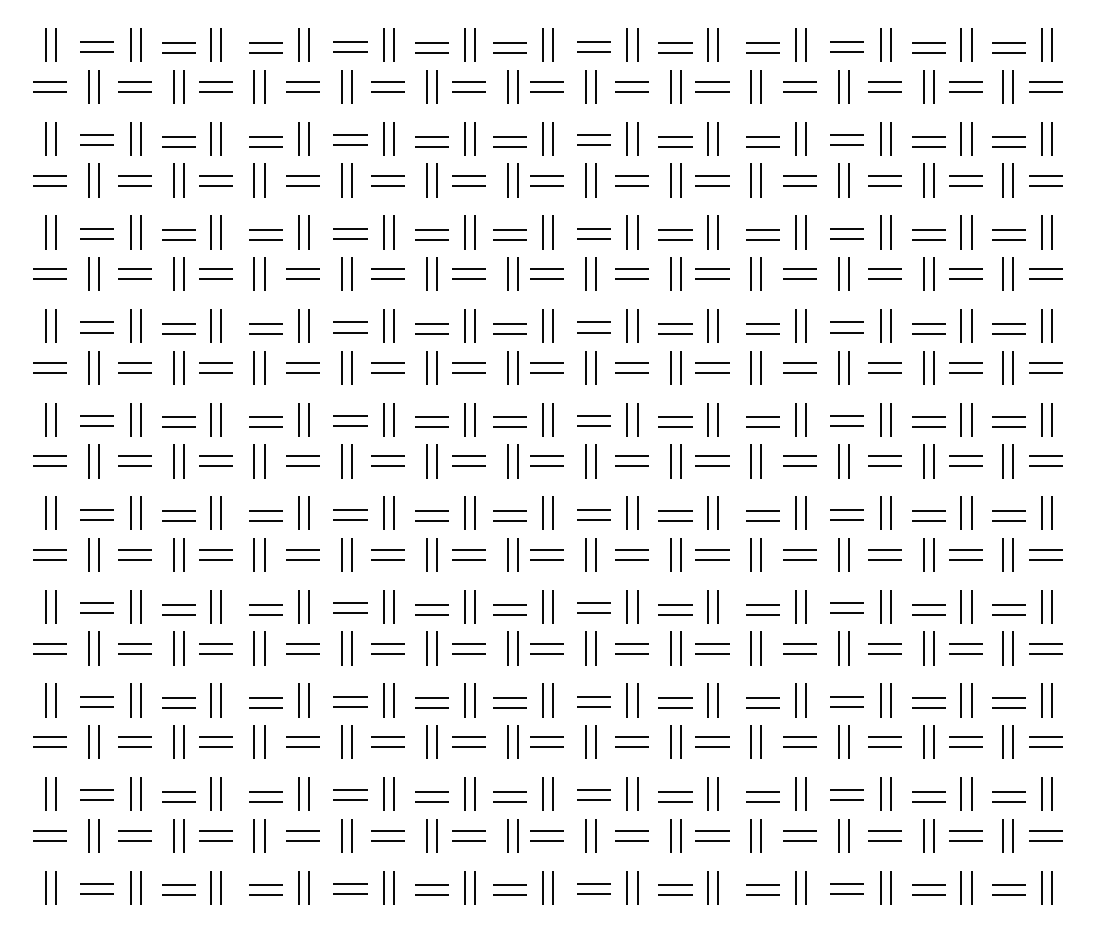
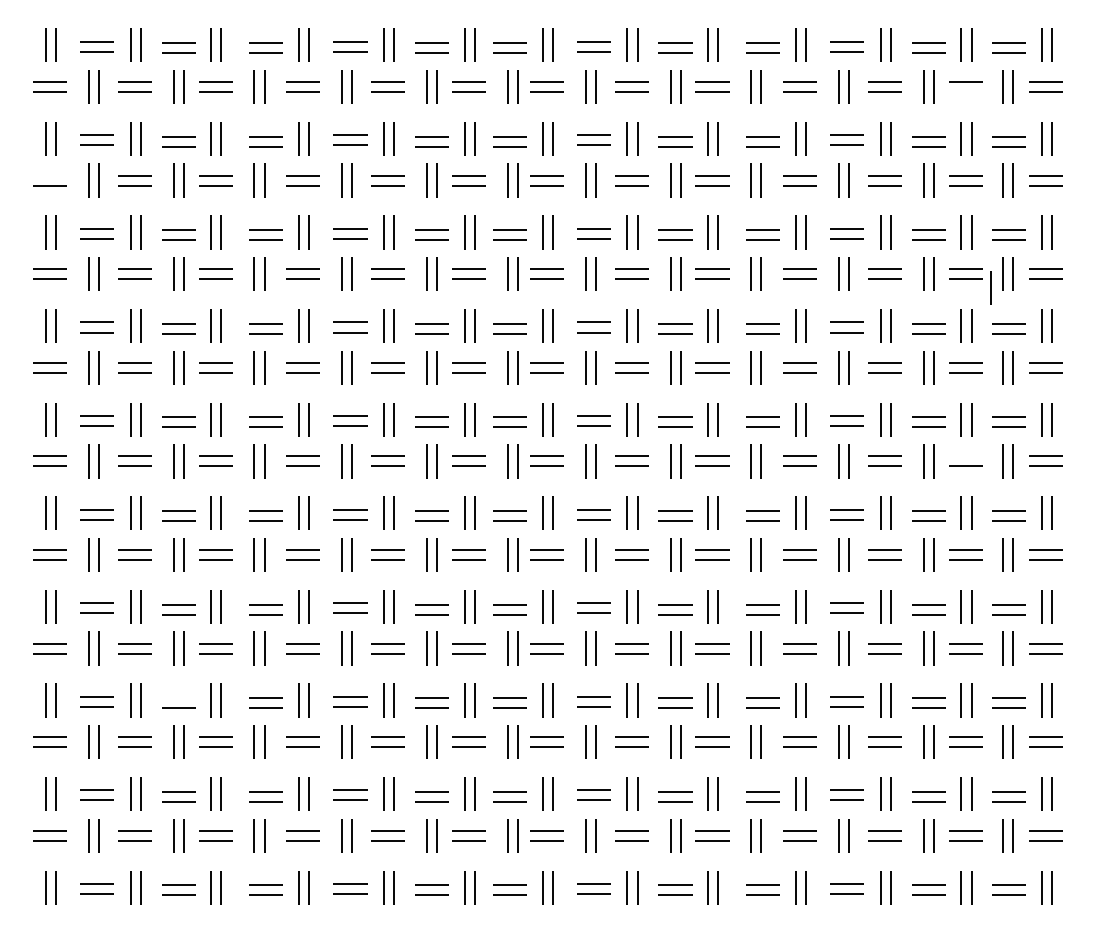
line at (965, 91): present -> none
line at (49, 175): present -> none
line at (990, 287): none -> present
line at (965, 455): present -> none
line at (178, 697): present -> none
